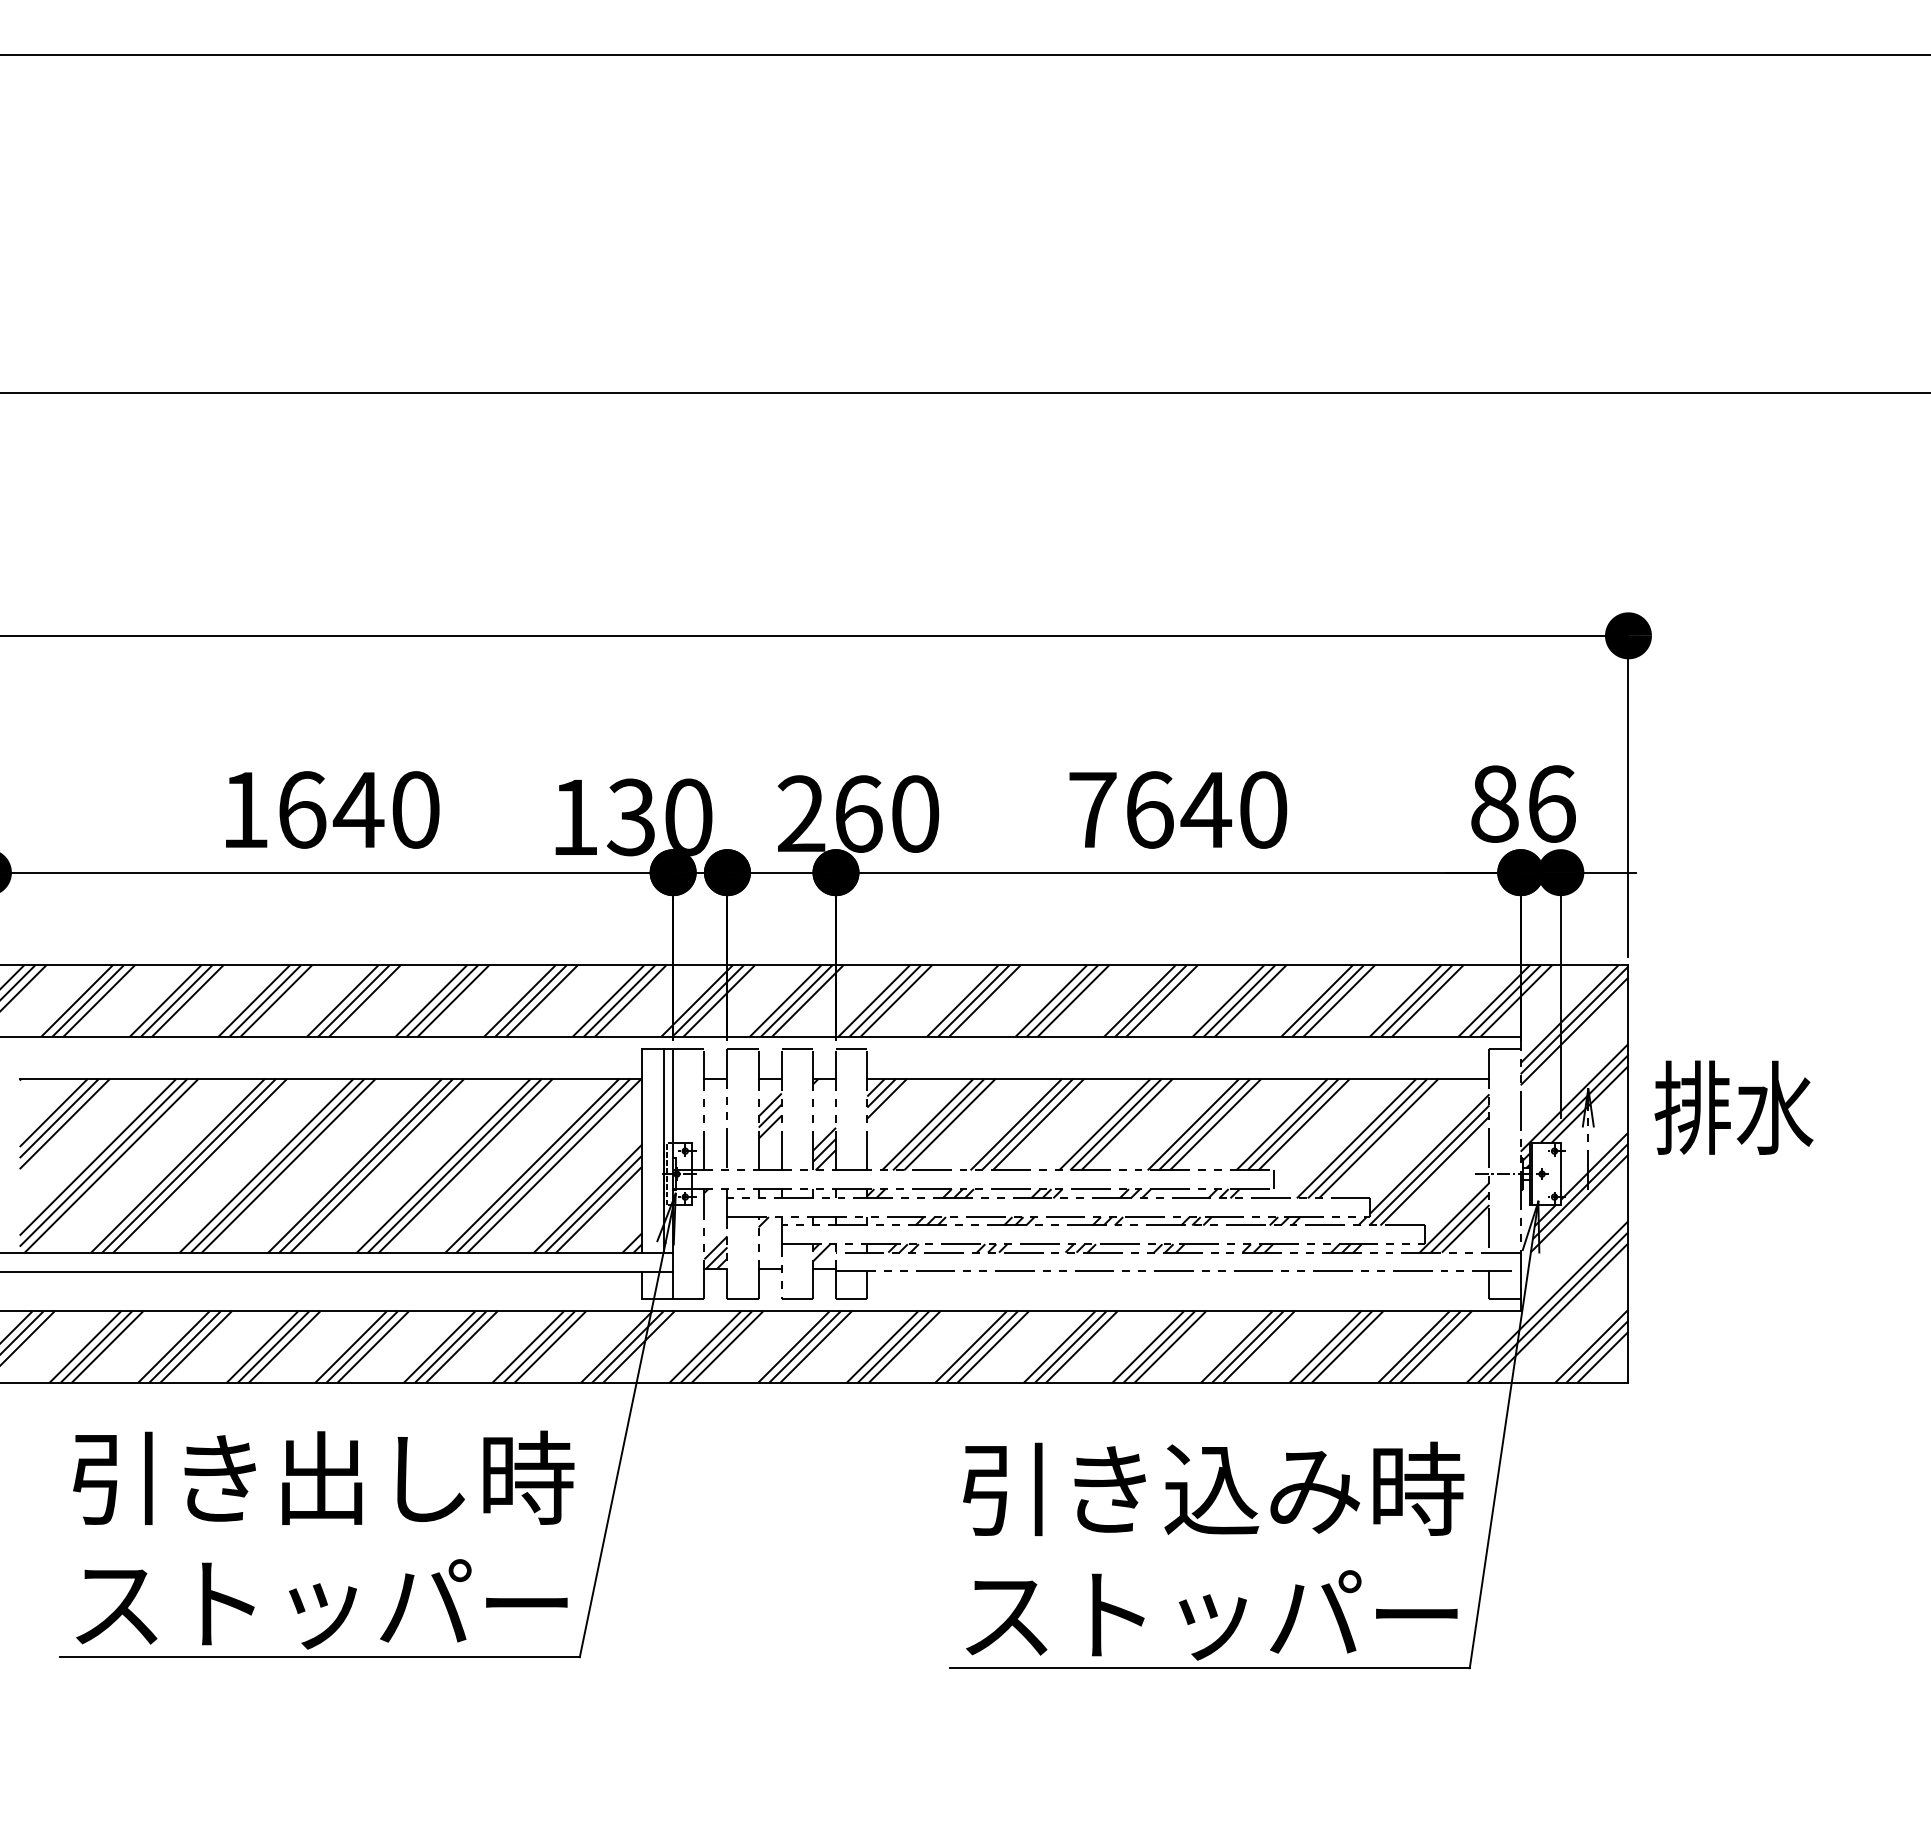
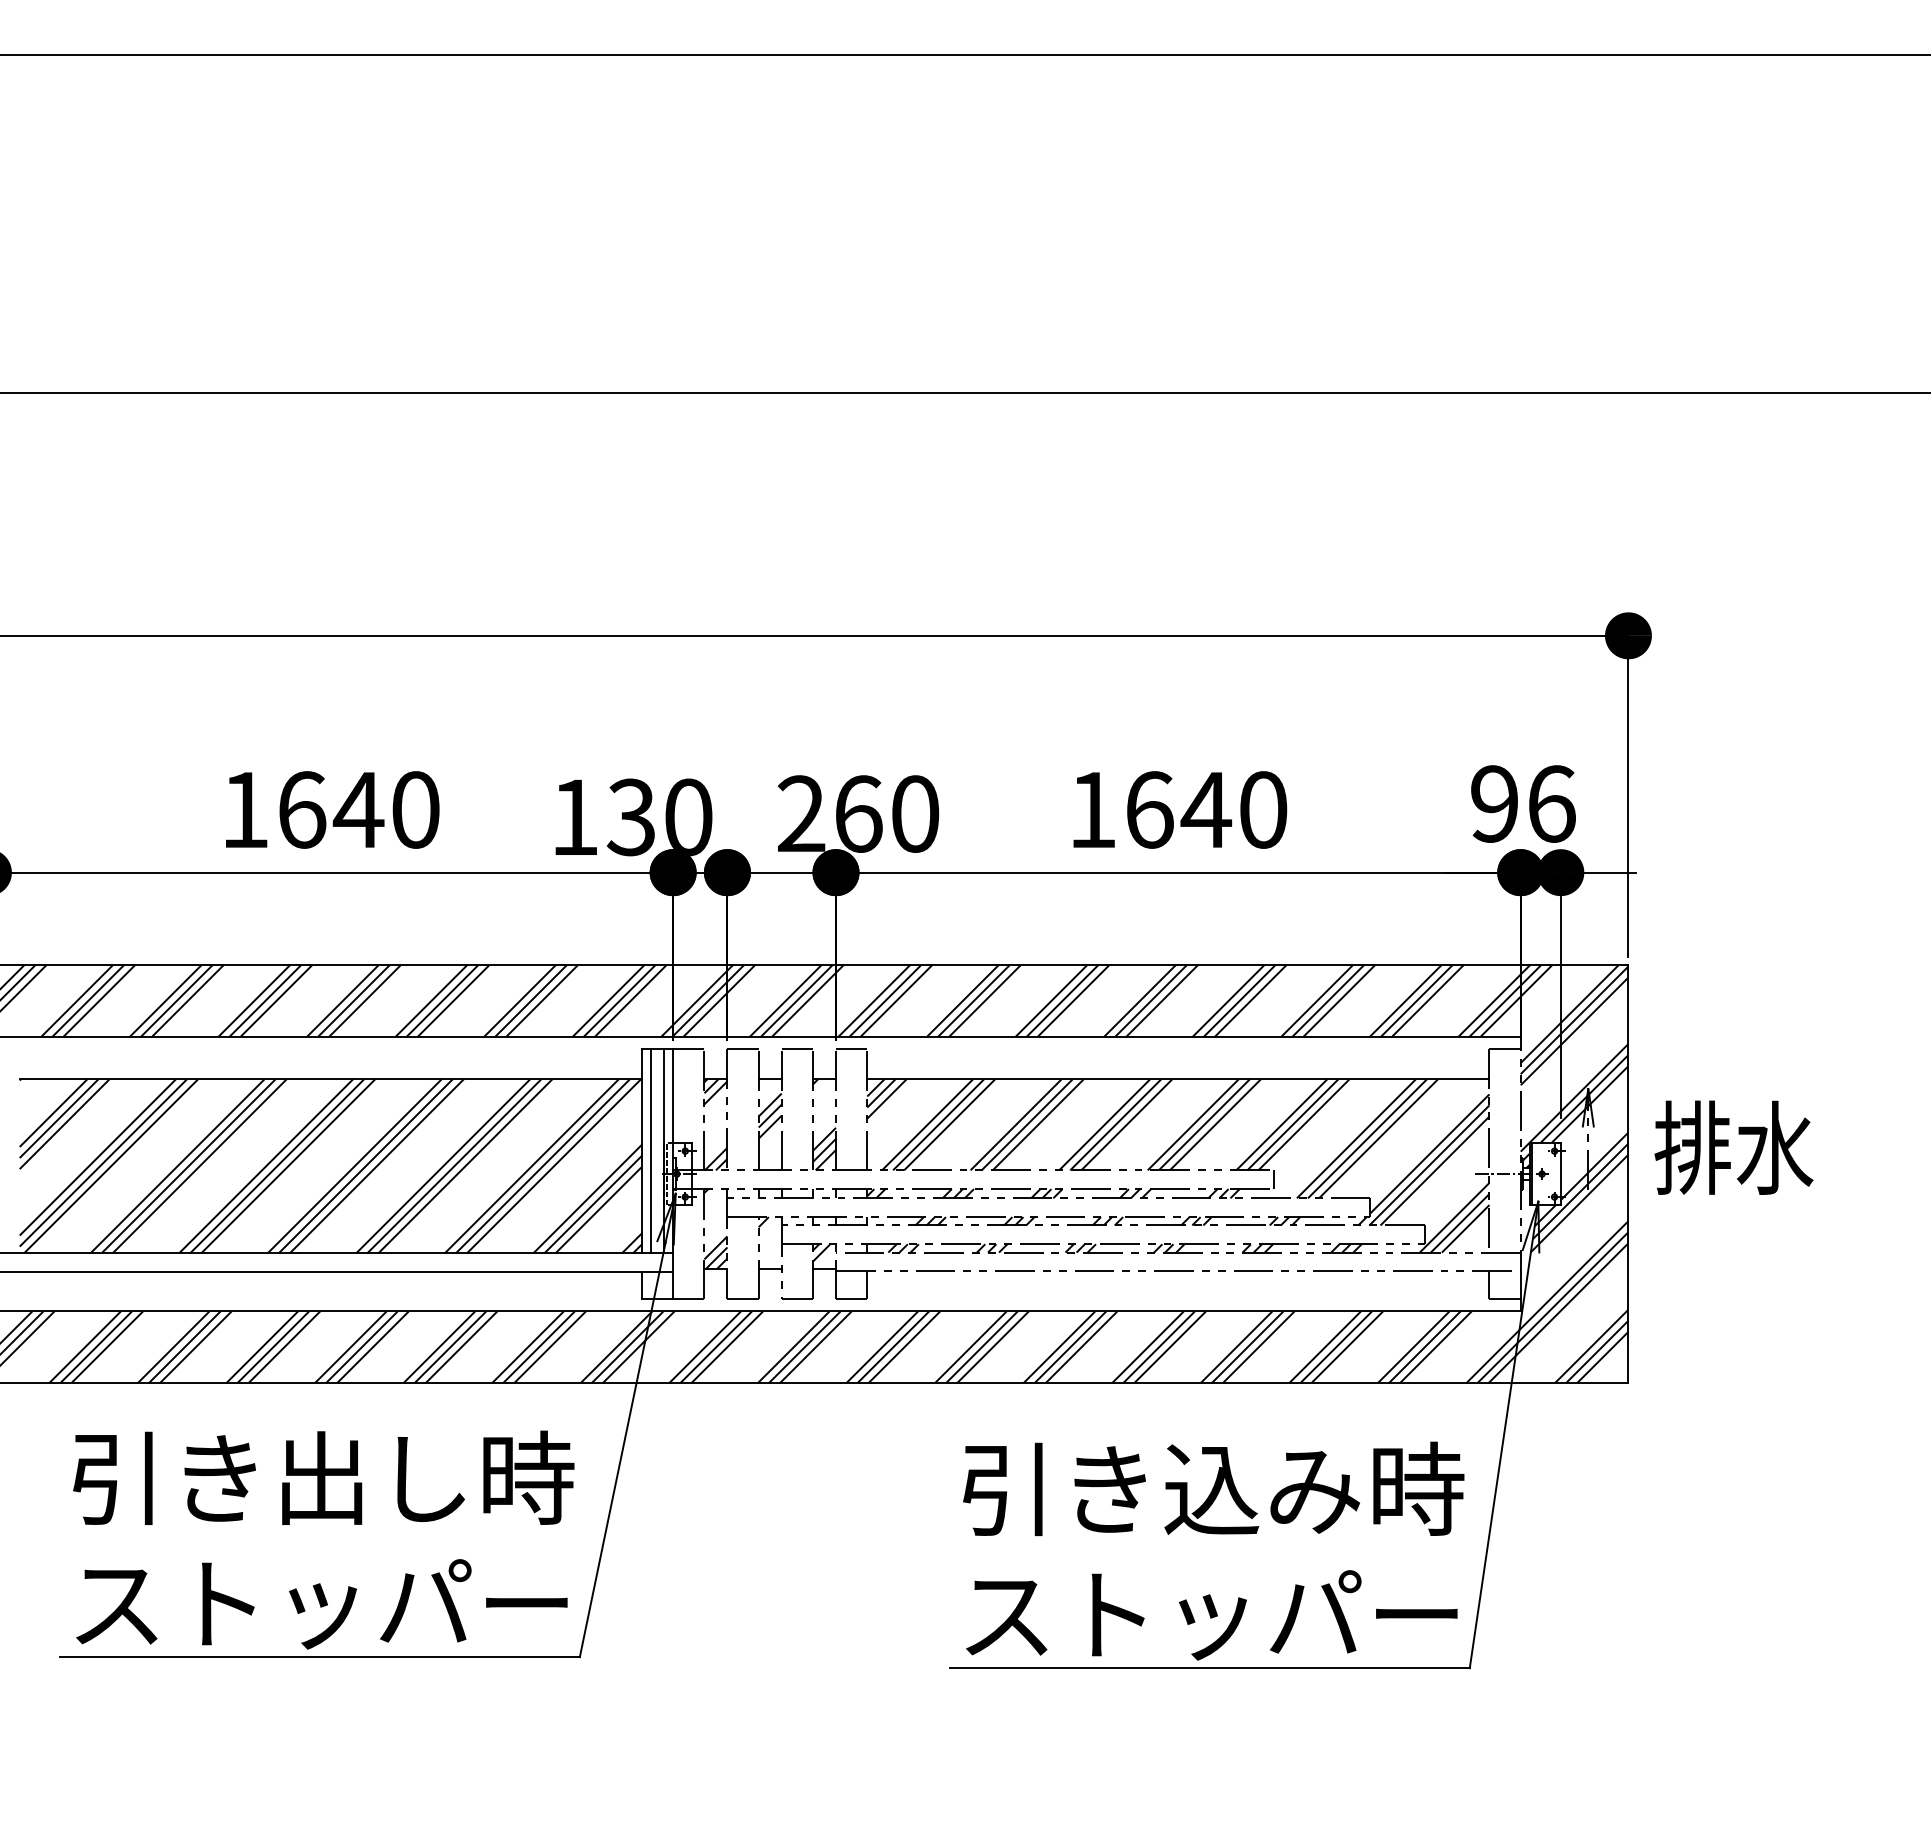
text at (1494, 803): 86 -> 96
text at (1092, 809): 7640 -> 1640
text at (1733, 1107) position: (1733, 1107) -> (1733, 1147)
hatch at (715, 1124): none -> present
line at (650, 1150): none -> present
